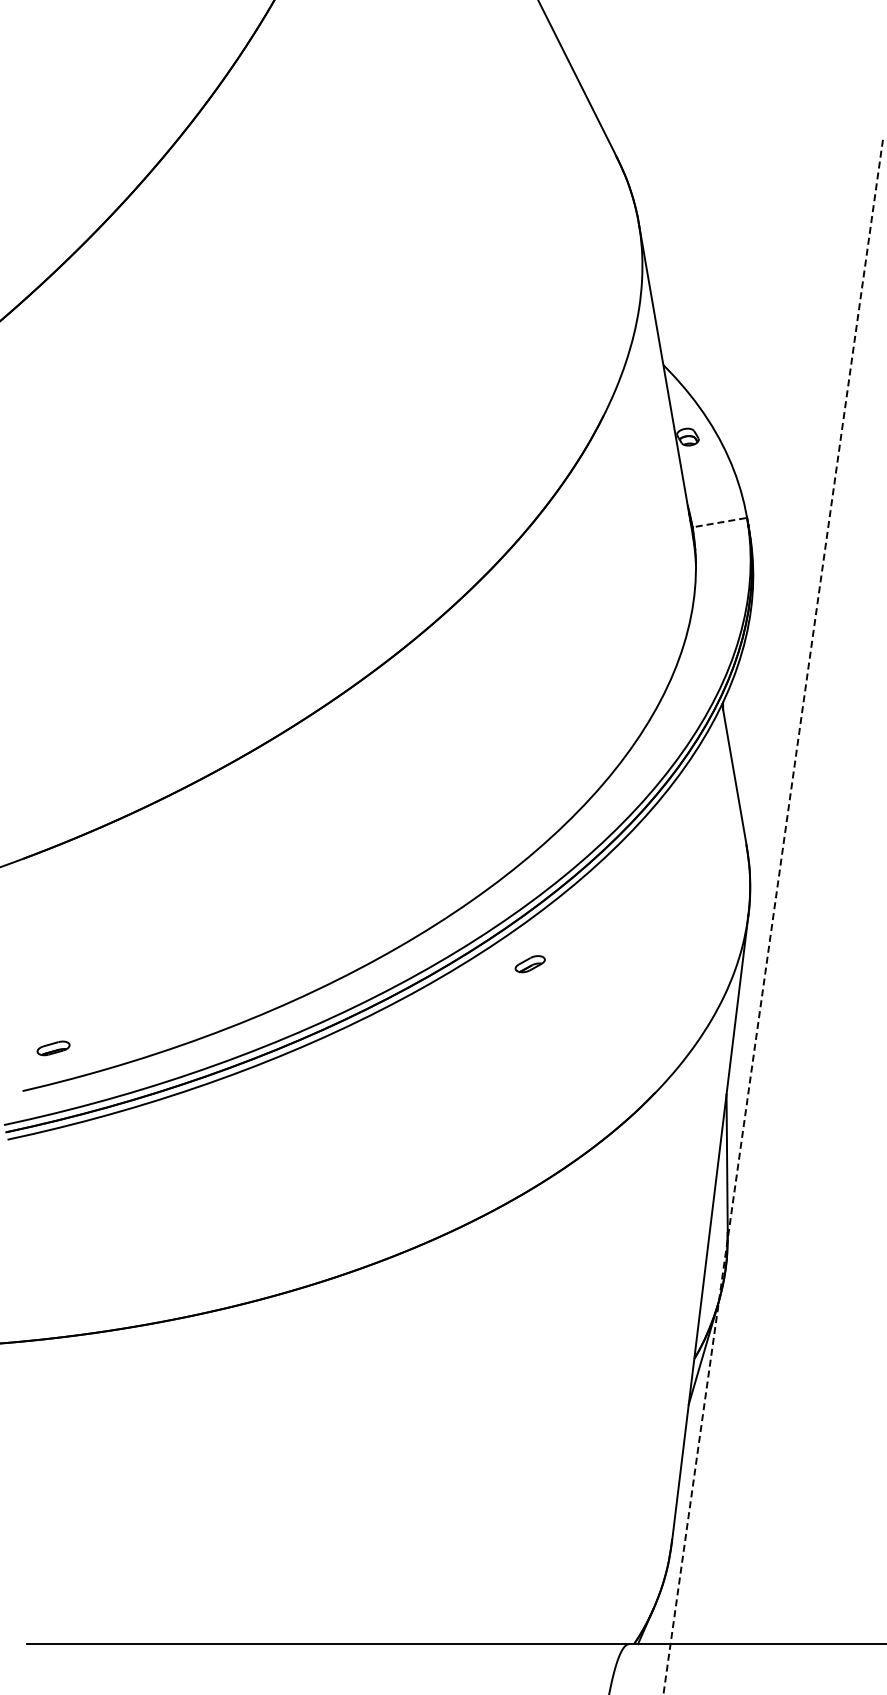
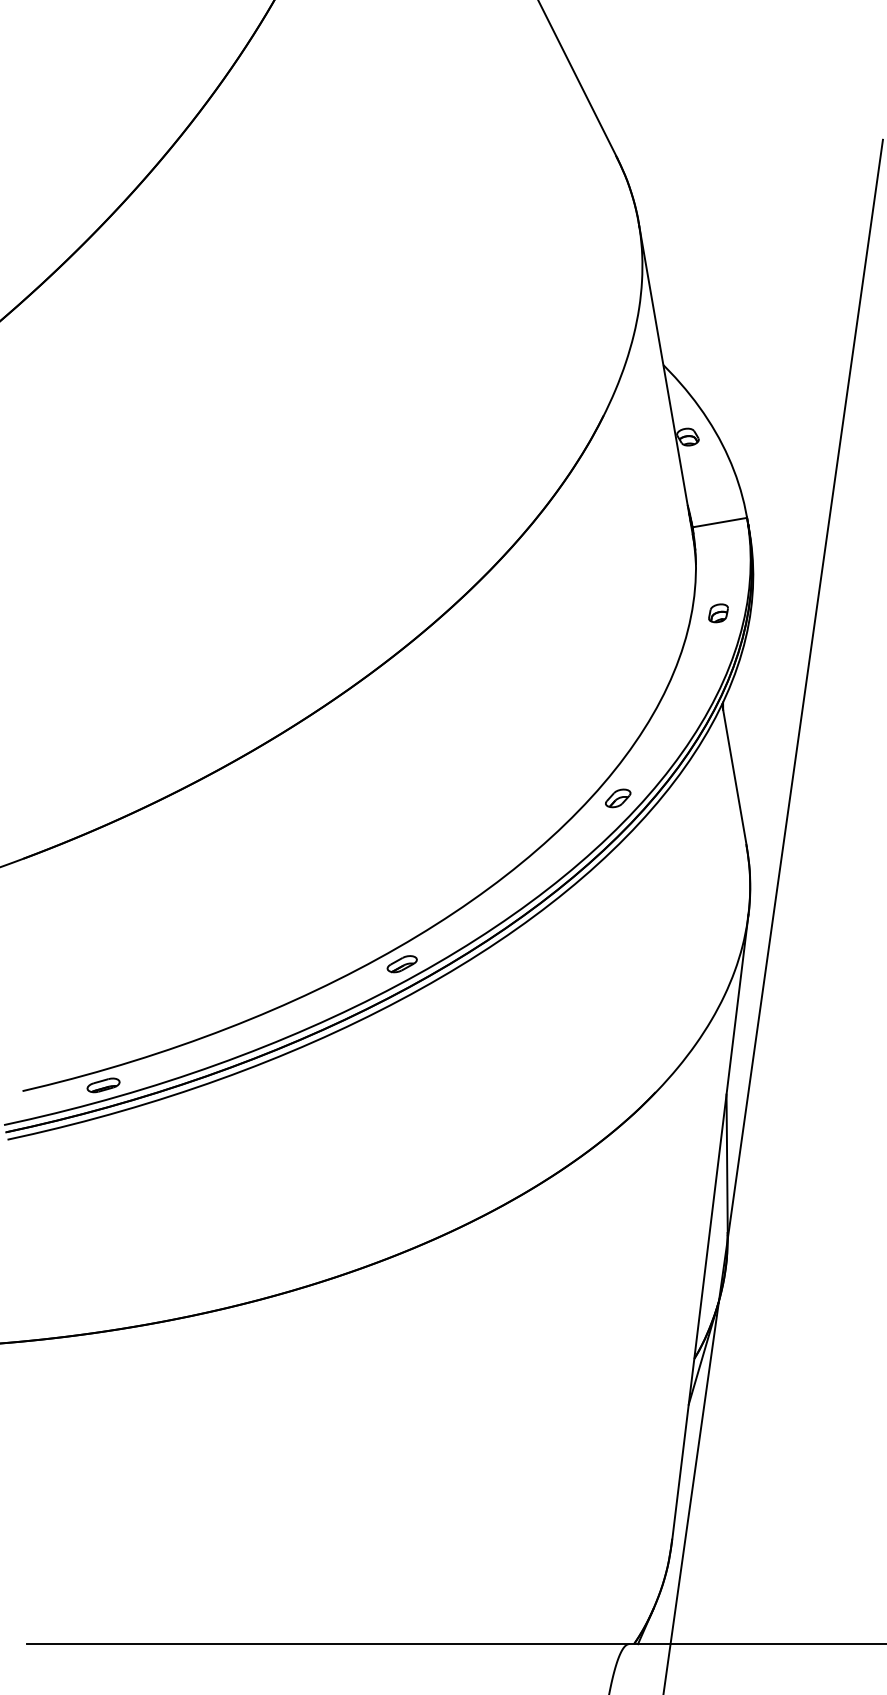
line at (719, 522): dashed -> solid
part at (718, 613): none -> present
part at (618, 798): none -> present
line at (773, 917): dashed -> solid
part at (529, 964) position: (529, 964) -> (401, 964)
part at (53, 1048) position: (53, 1048) -> (103, 1085)
